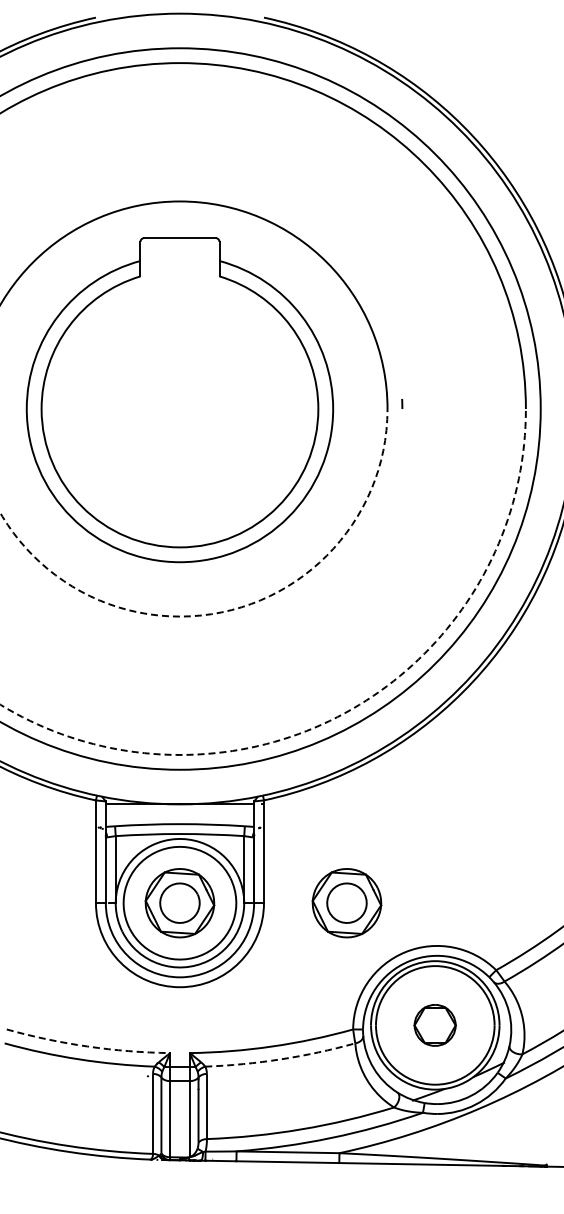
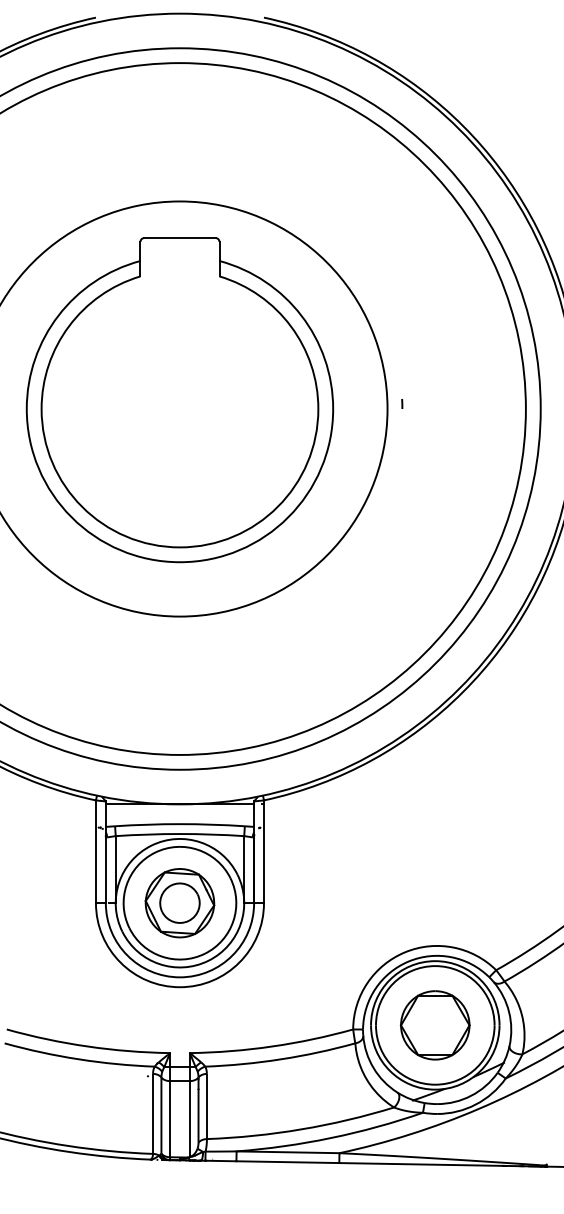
arc at (234, 609): dashed -> solid
arc at (349, 710): dashed -> solid
part at (346, 903): present -> none
part at (434, 1025) size: 44x43 px -> 72x71 px
arc at (87, 1046): dashed -> solid
arc at (280, 1059): dashed -> solid
